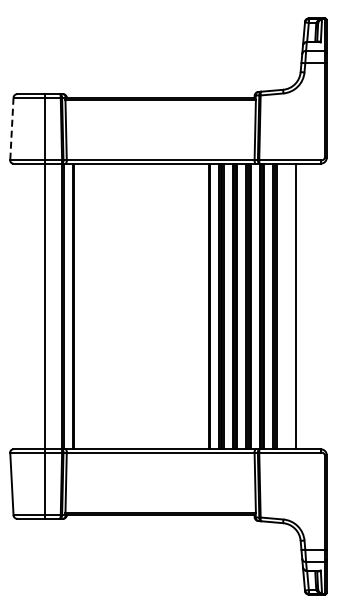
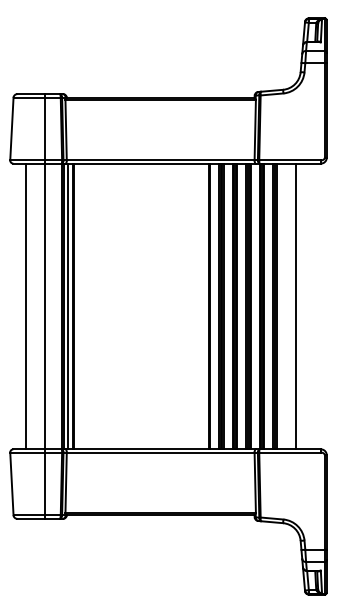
line at (11, 129): dashed -> solid
line at (25, 306): none -> present
line at (68, 306): none -> present
